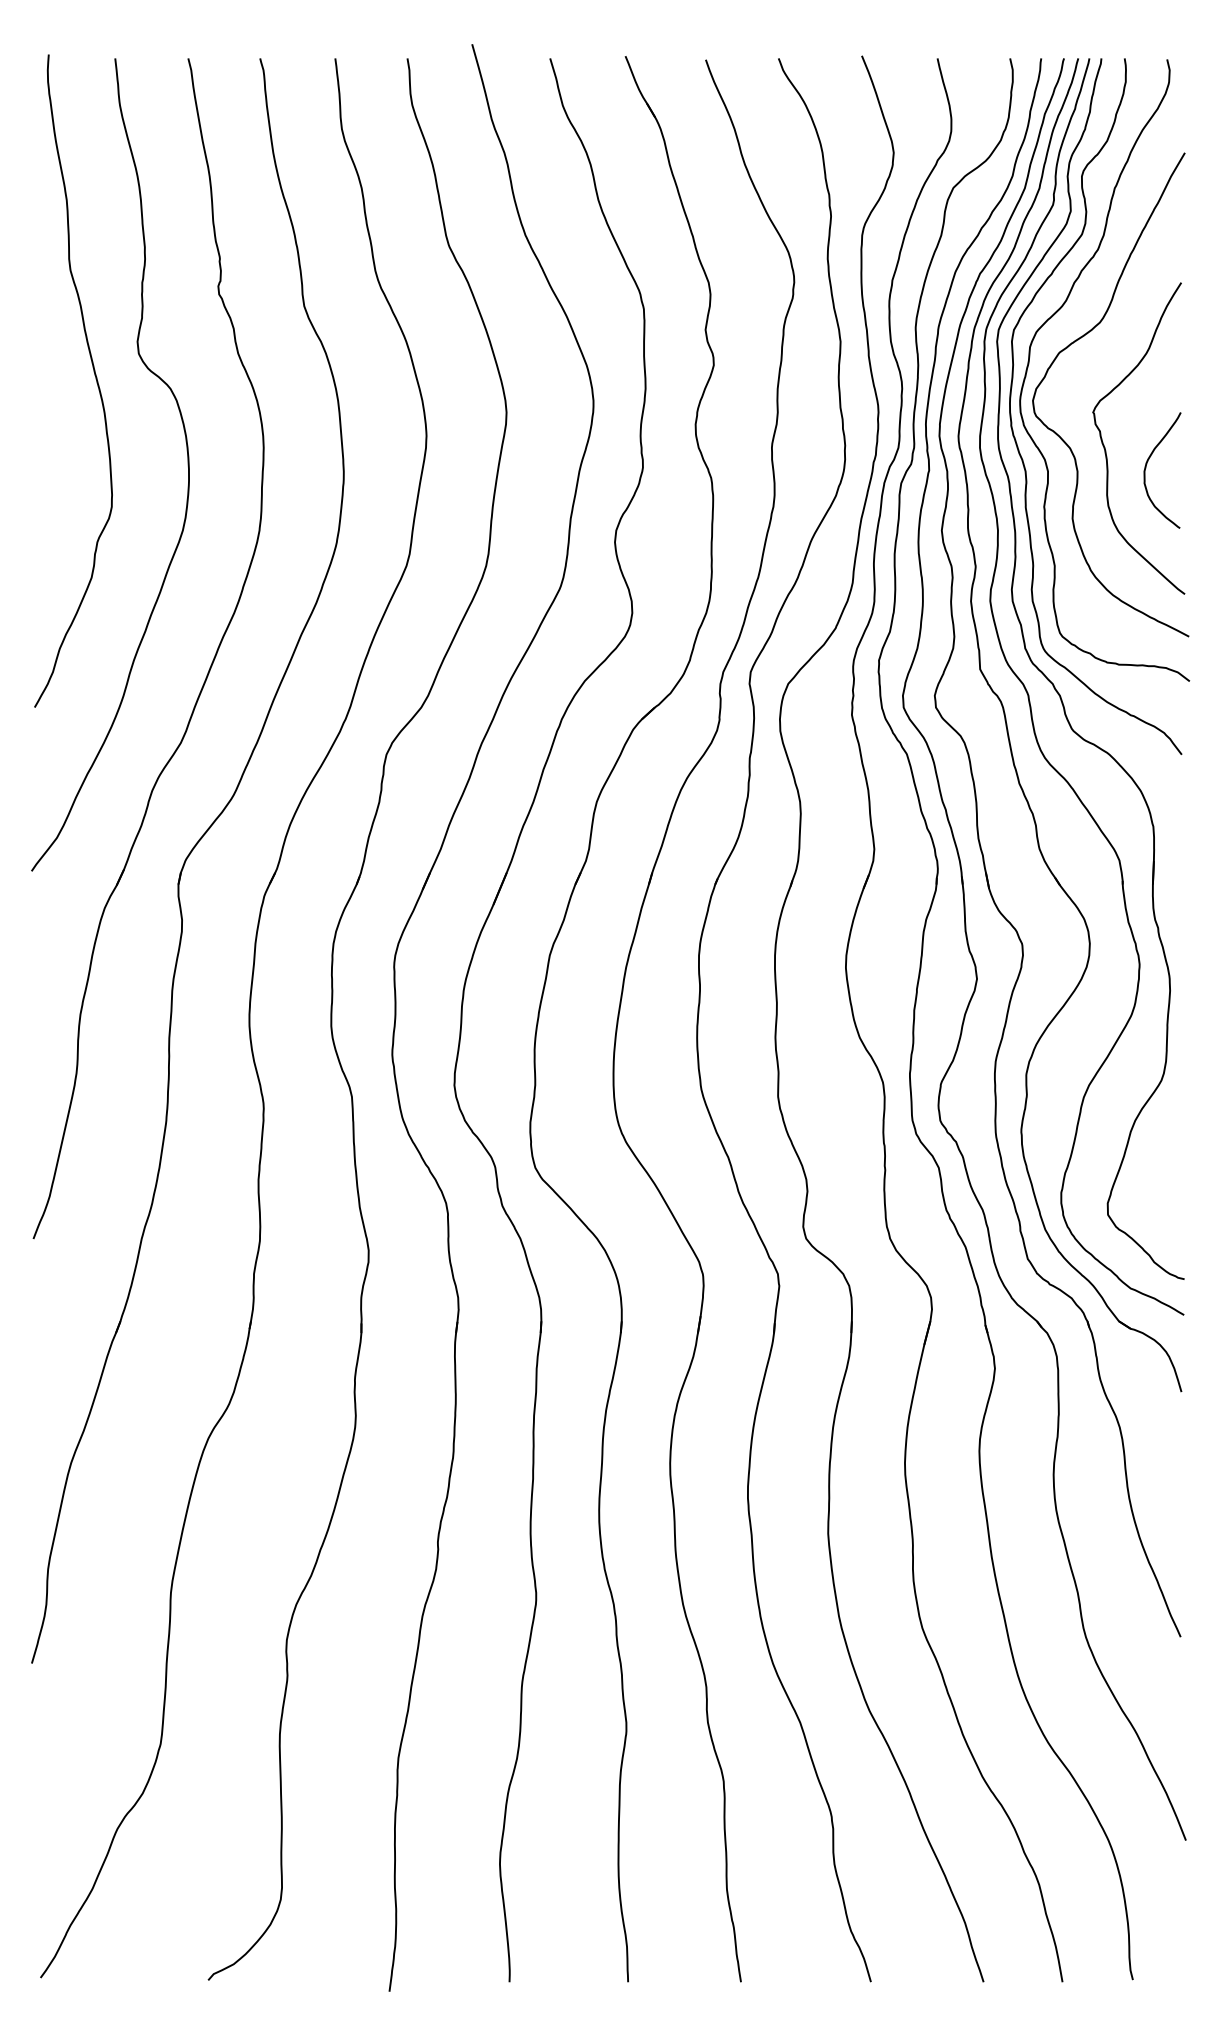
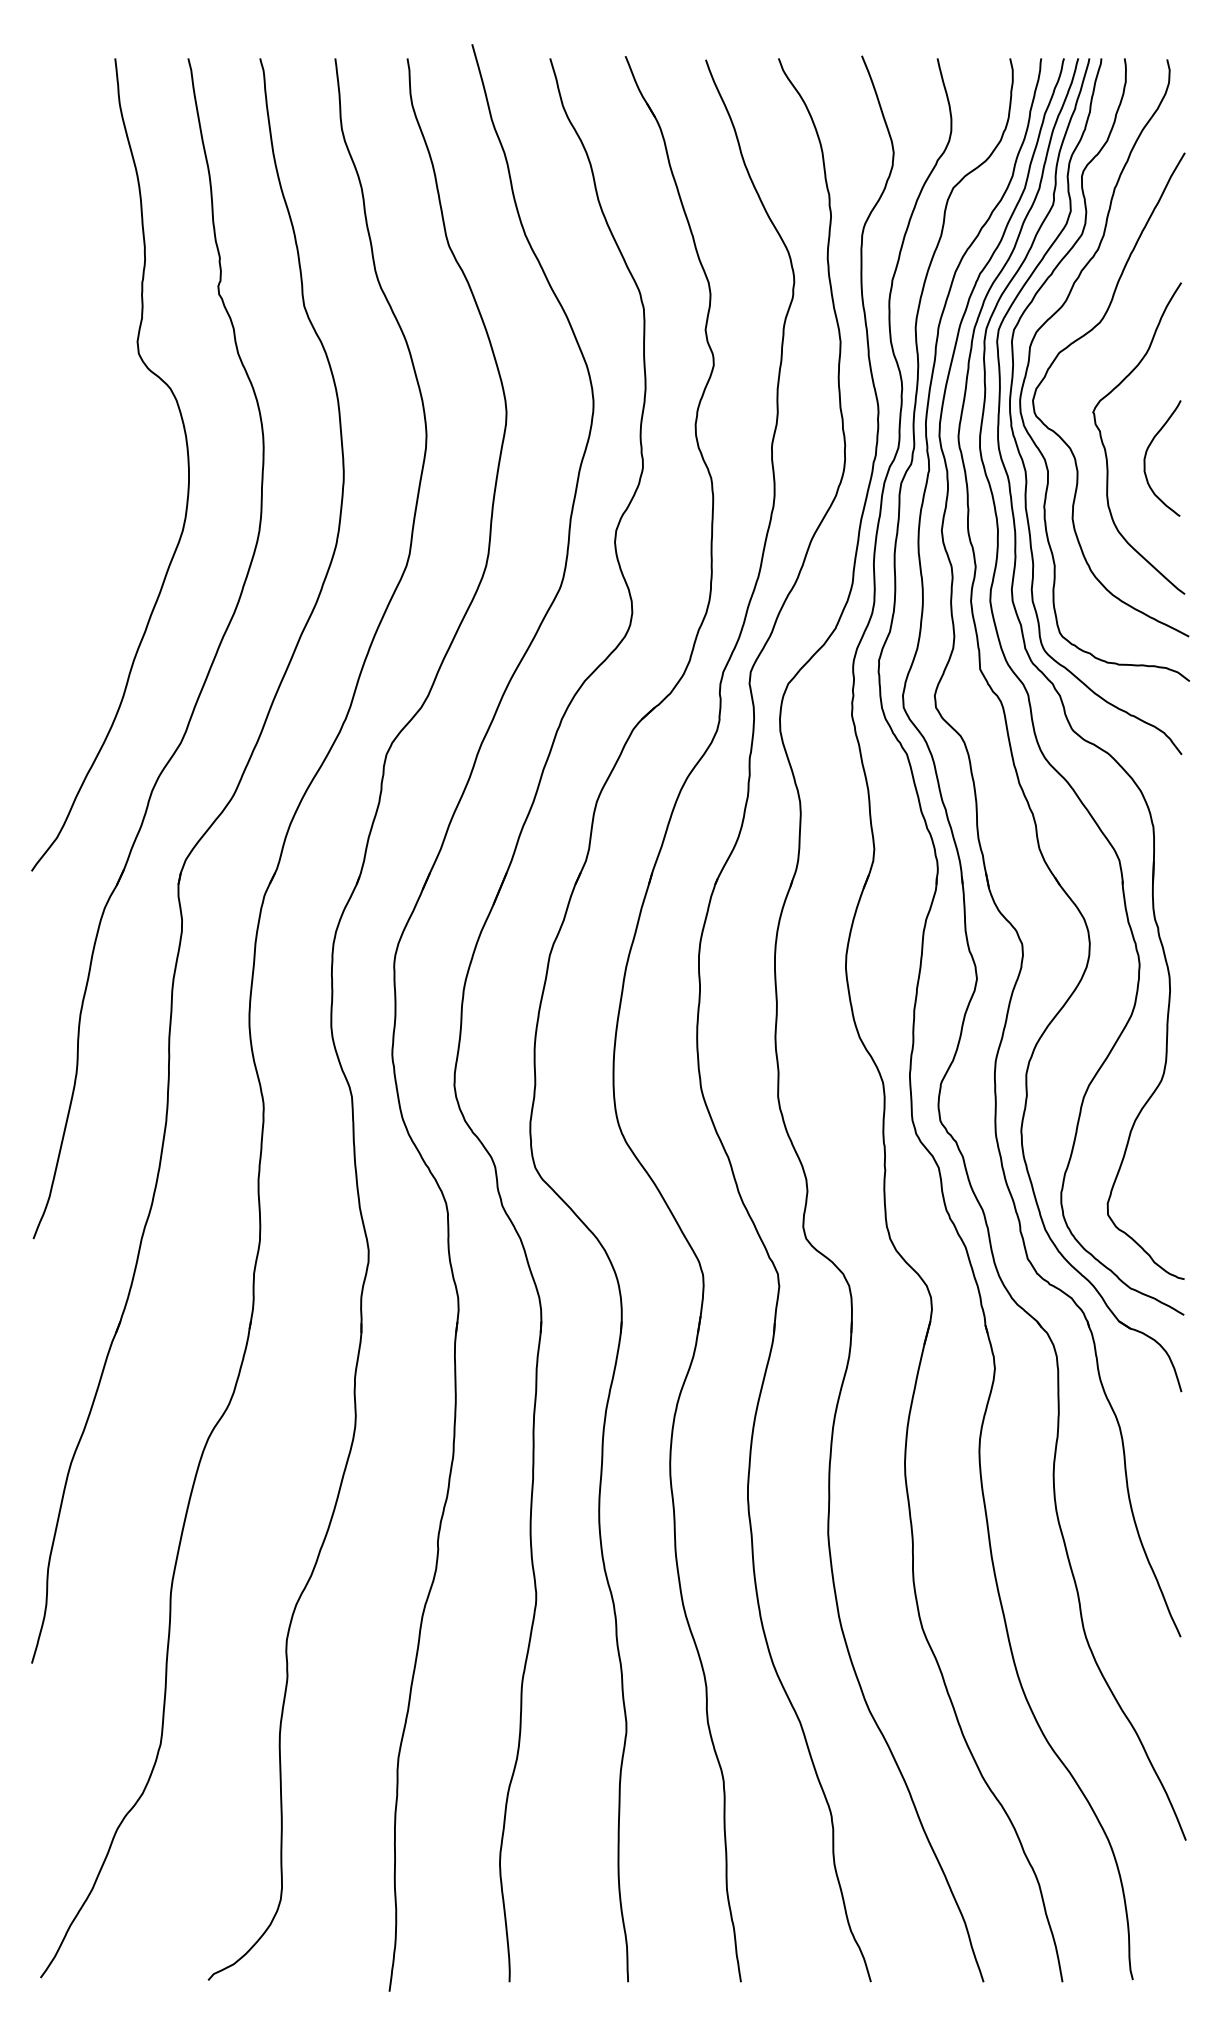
curve at (93, 372): present -> none
curve at (1146, 468) position: (1146, 468) -> (1146, 456)
